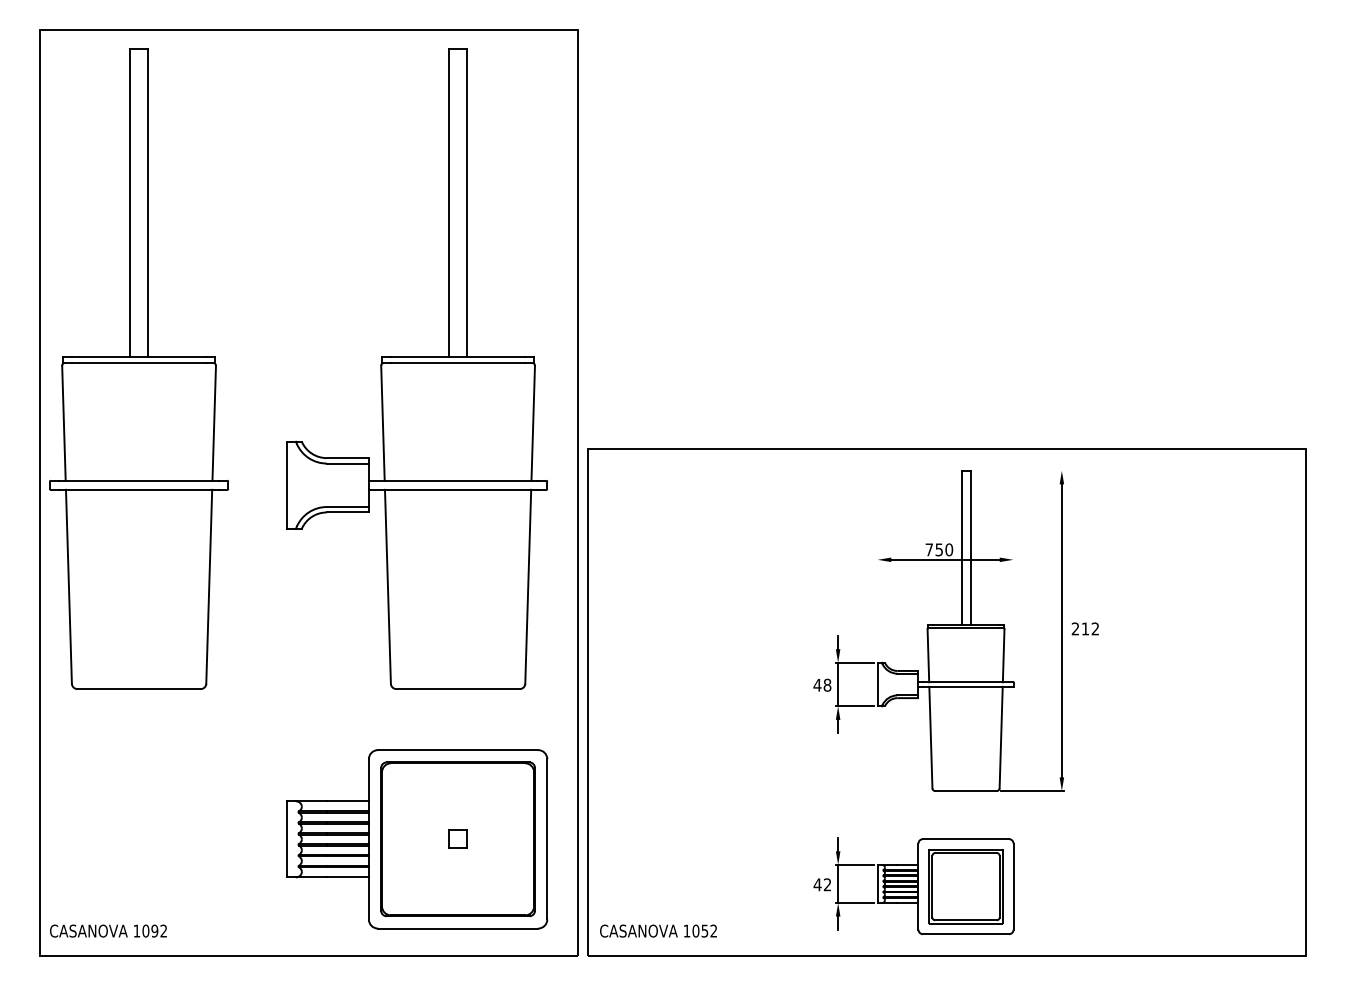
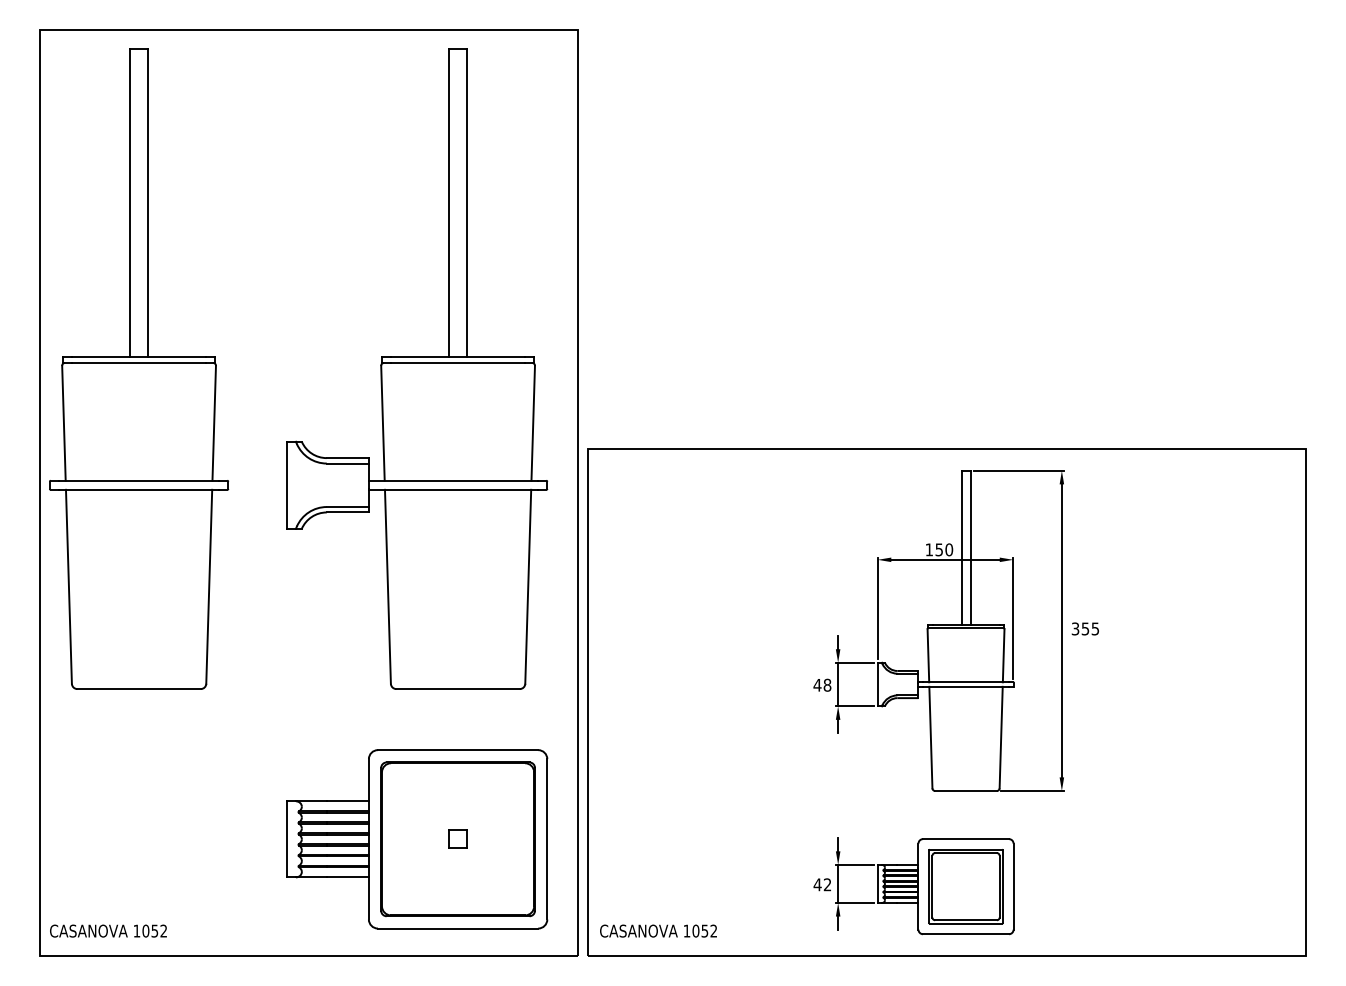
line at (1018, 470): none -> present
text at (928, 549): 750 -> 150
line at (877, 608): none -> present
line at (1013, 618): none -> present
text at (1085, 628): 212 -> 355
text at (154, 930): 1092 -> 1052
